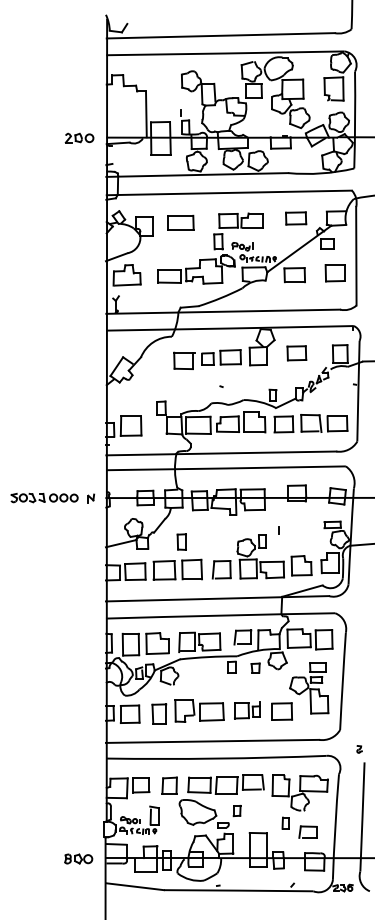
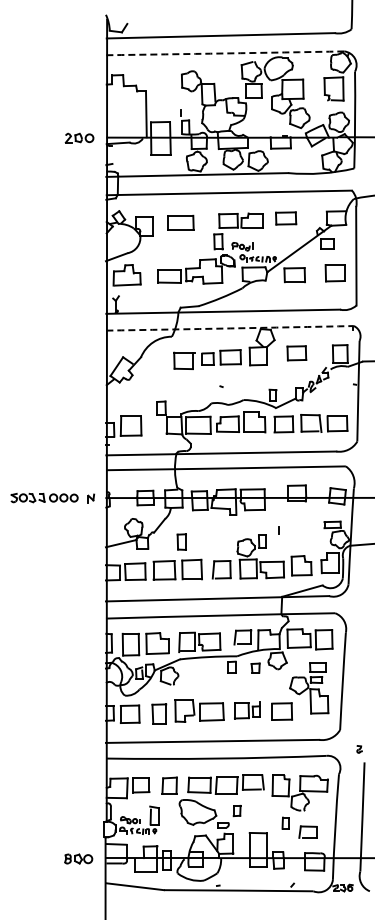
arc at (225, 53): solid -> dashed
part at (296, 218) position: (296, 218) -> (286, 218)
arc at (230, 328): solid -> dashed
